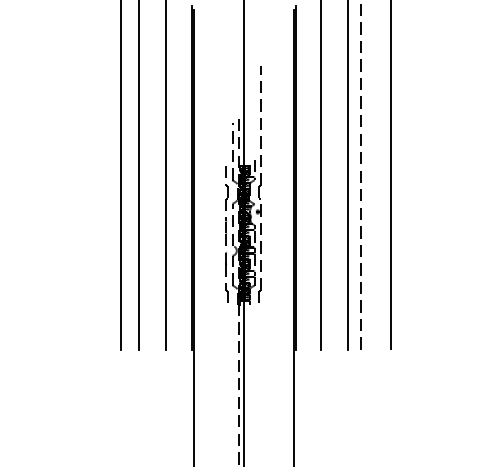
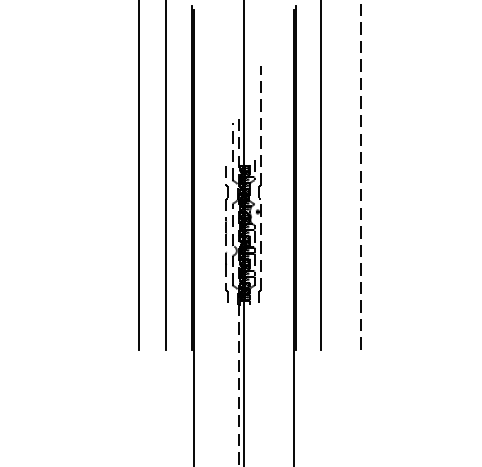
line at (120, 175): present -> none
line at (348, 175): present -> none
line at (390, 175): present -> none
